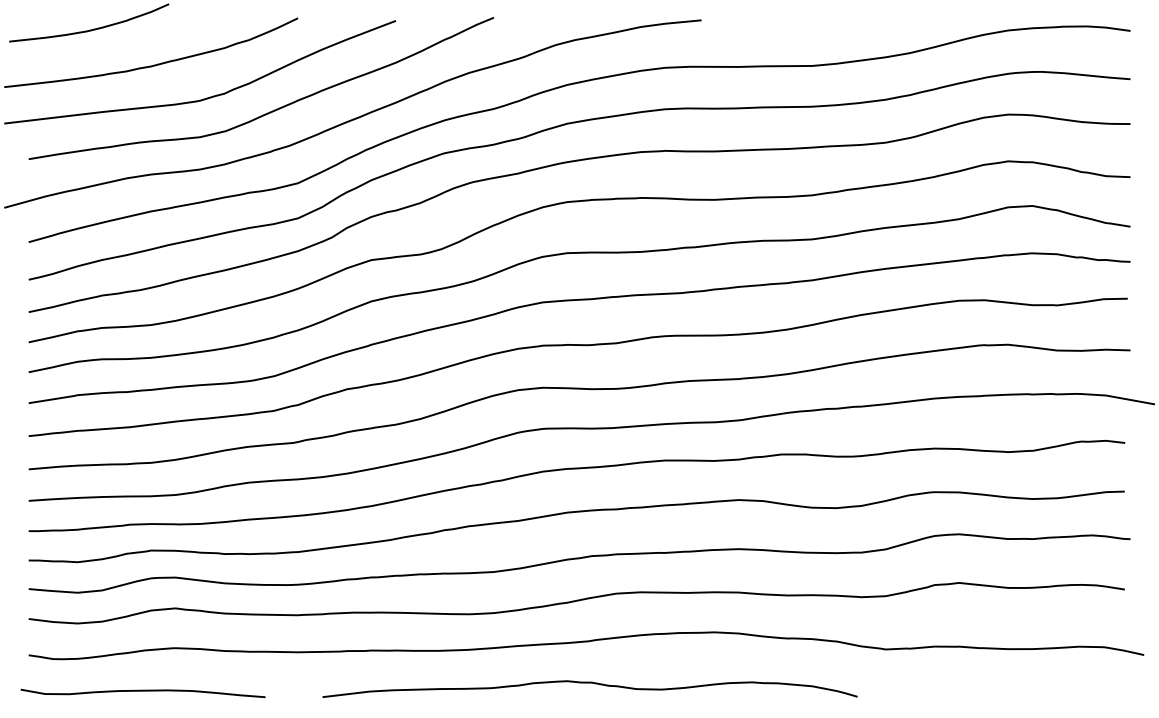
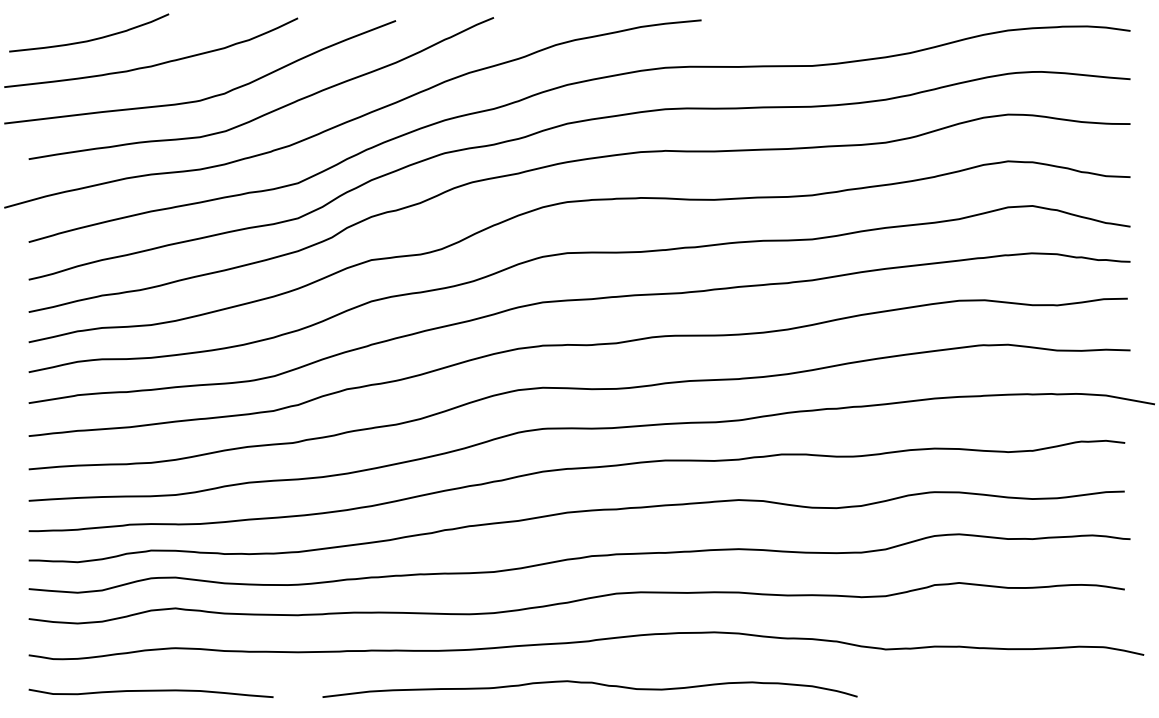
curve at (89, 29) position: (89, 29) -> (89, 39)
curve at (142, 691) position: (142, 691) -> (150, 691)
